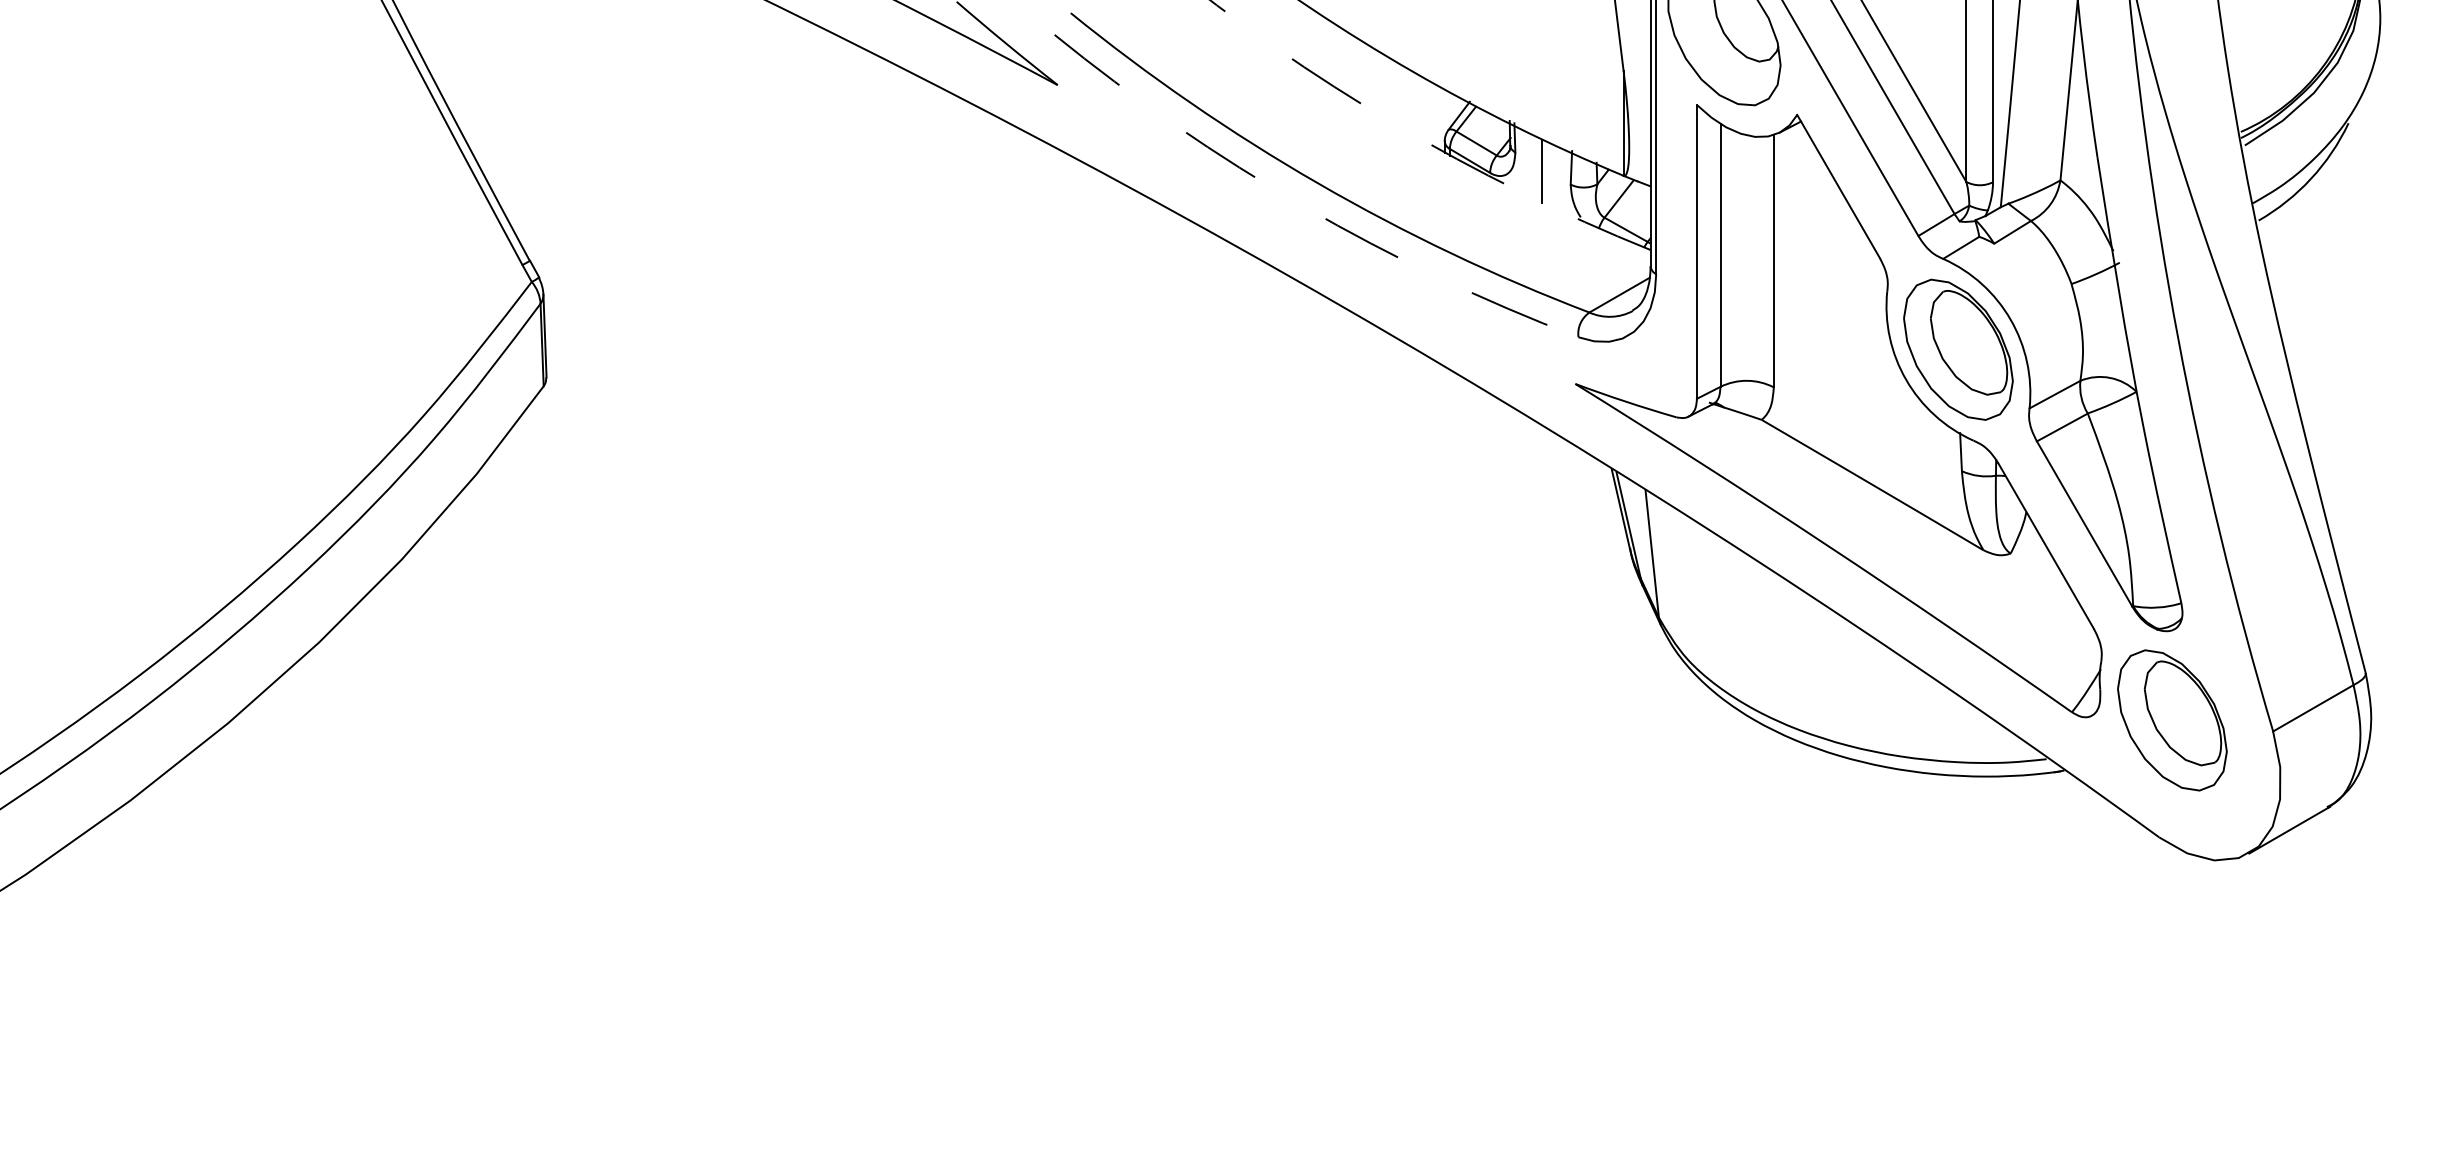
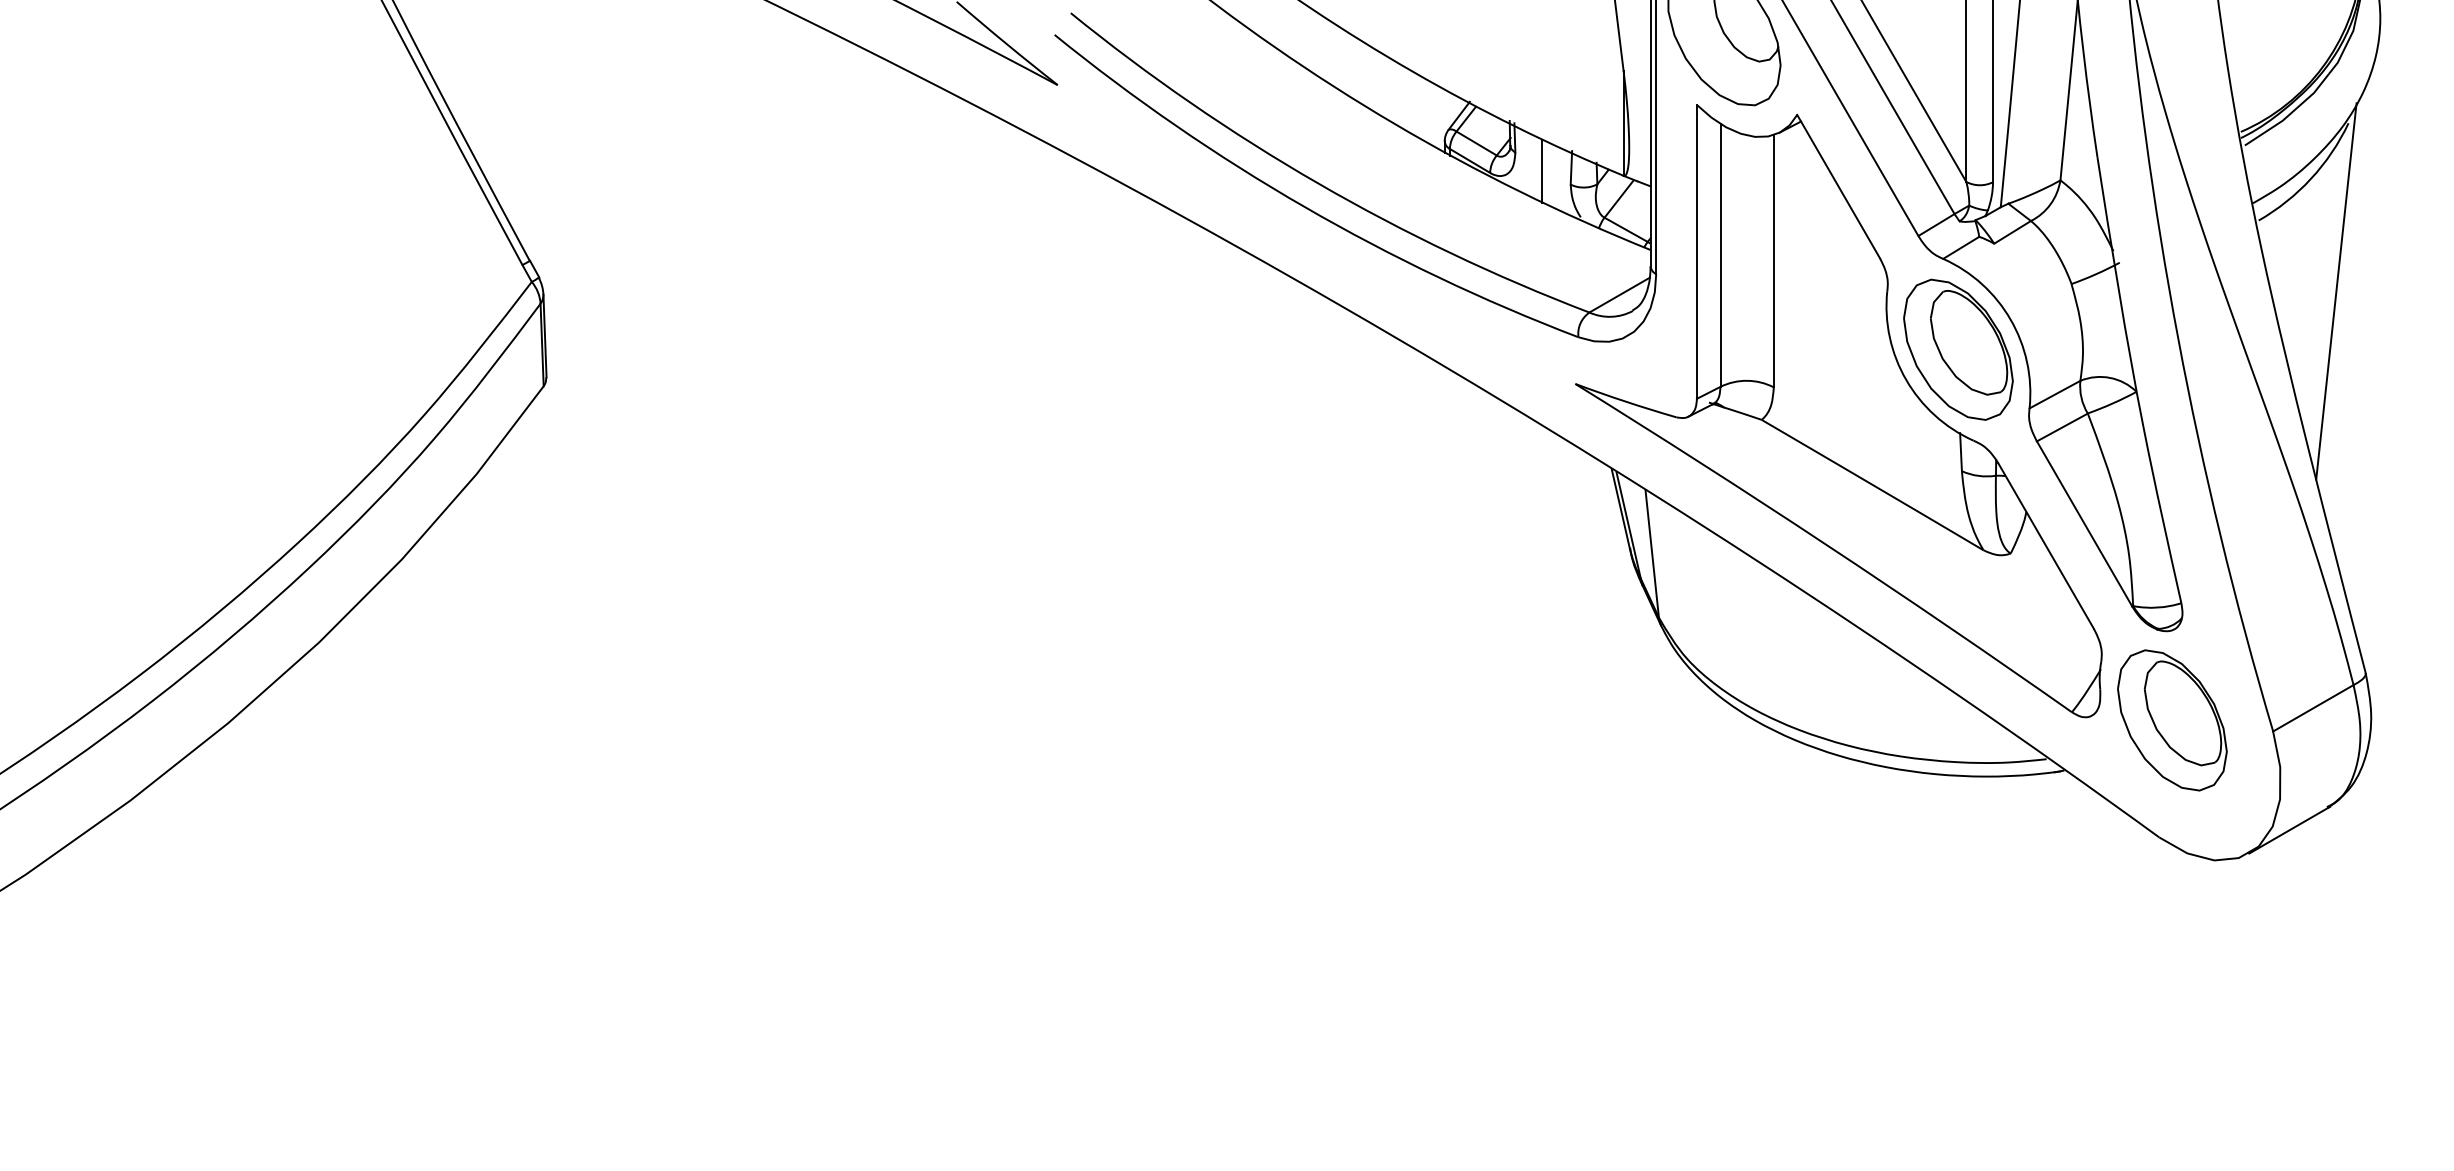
arc at (1422, 139): dashed -> solid
arc at (1304, 206): dashed -> solid
line at (2336, 291): none -> present
